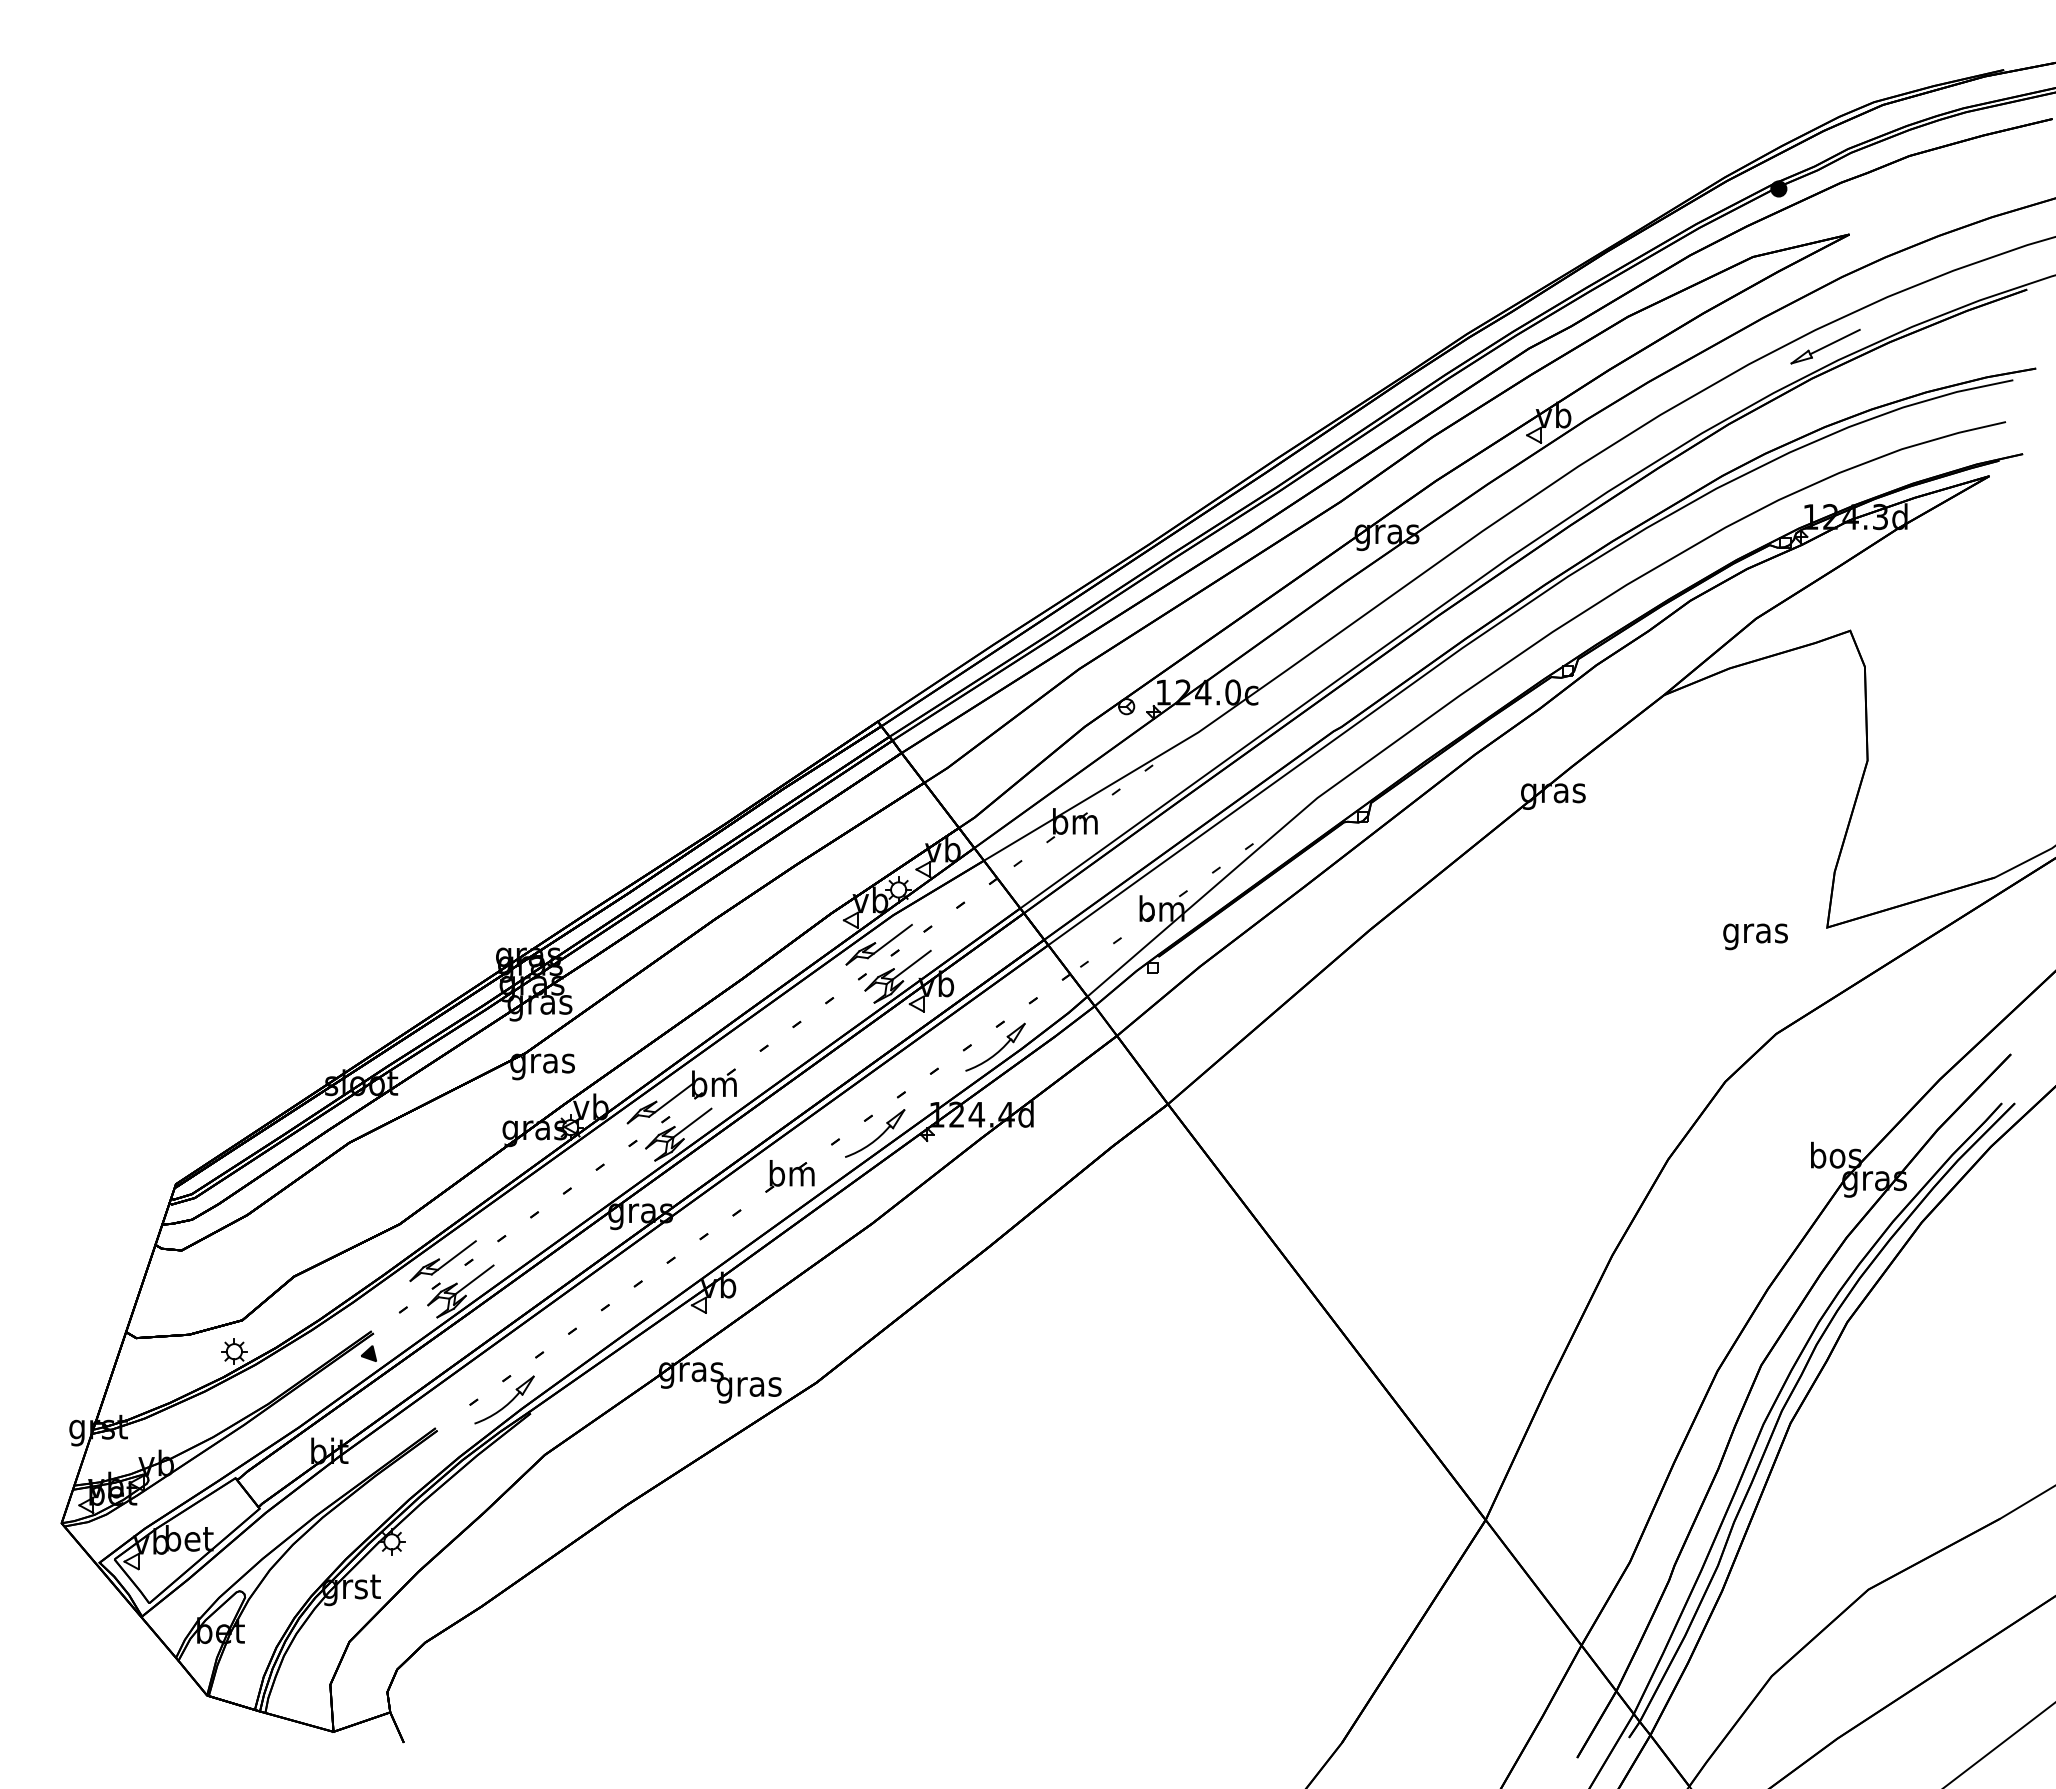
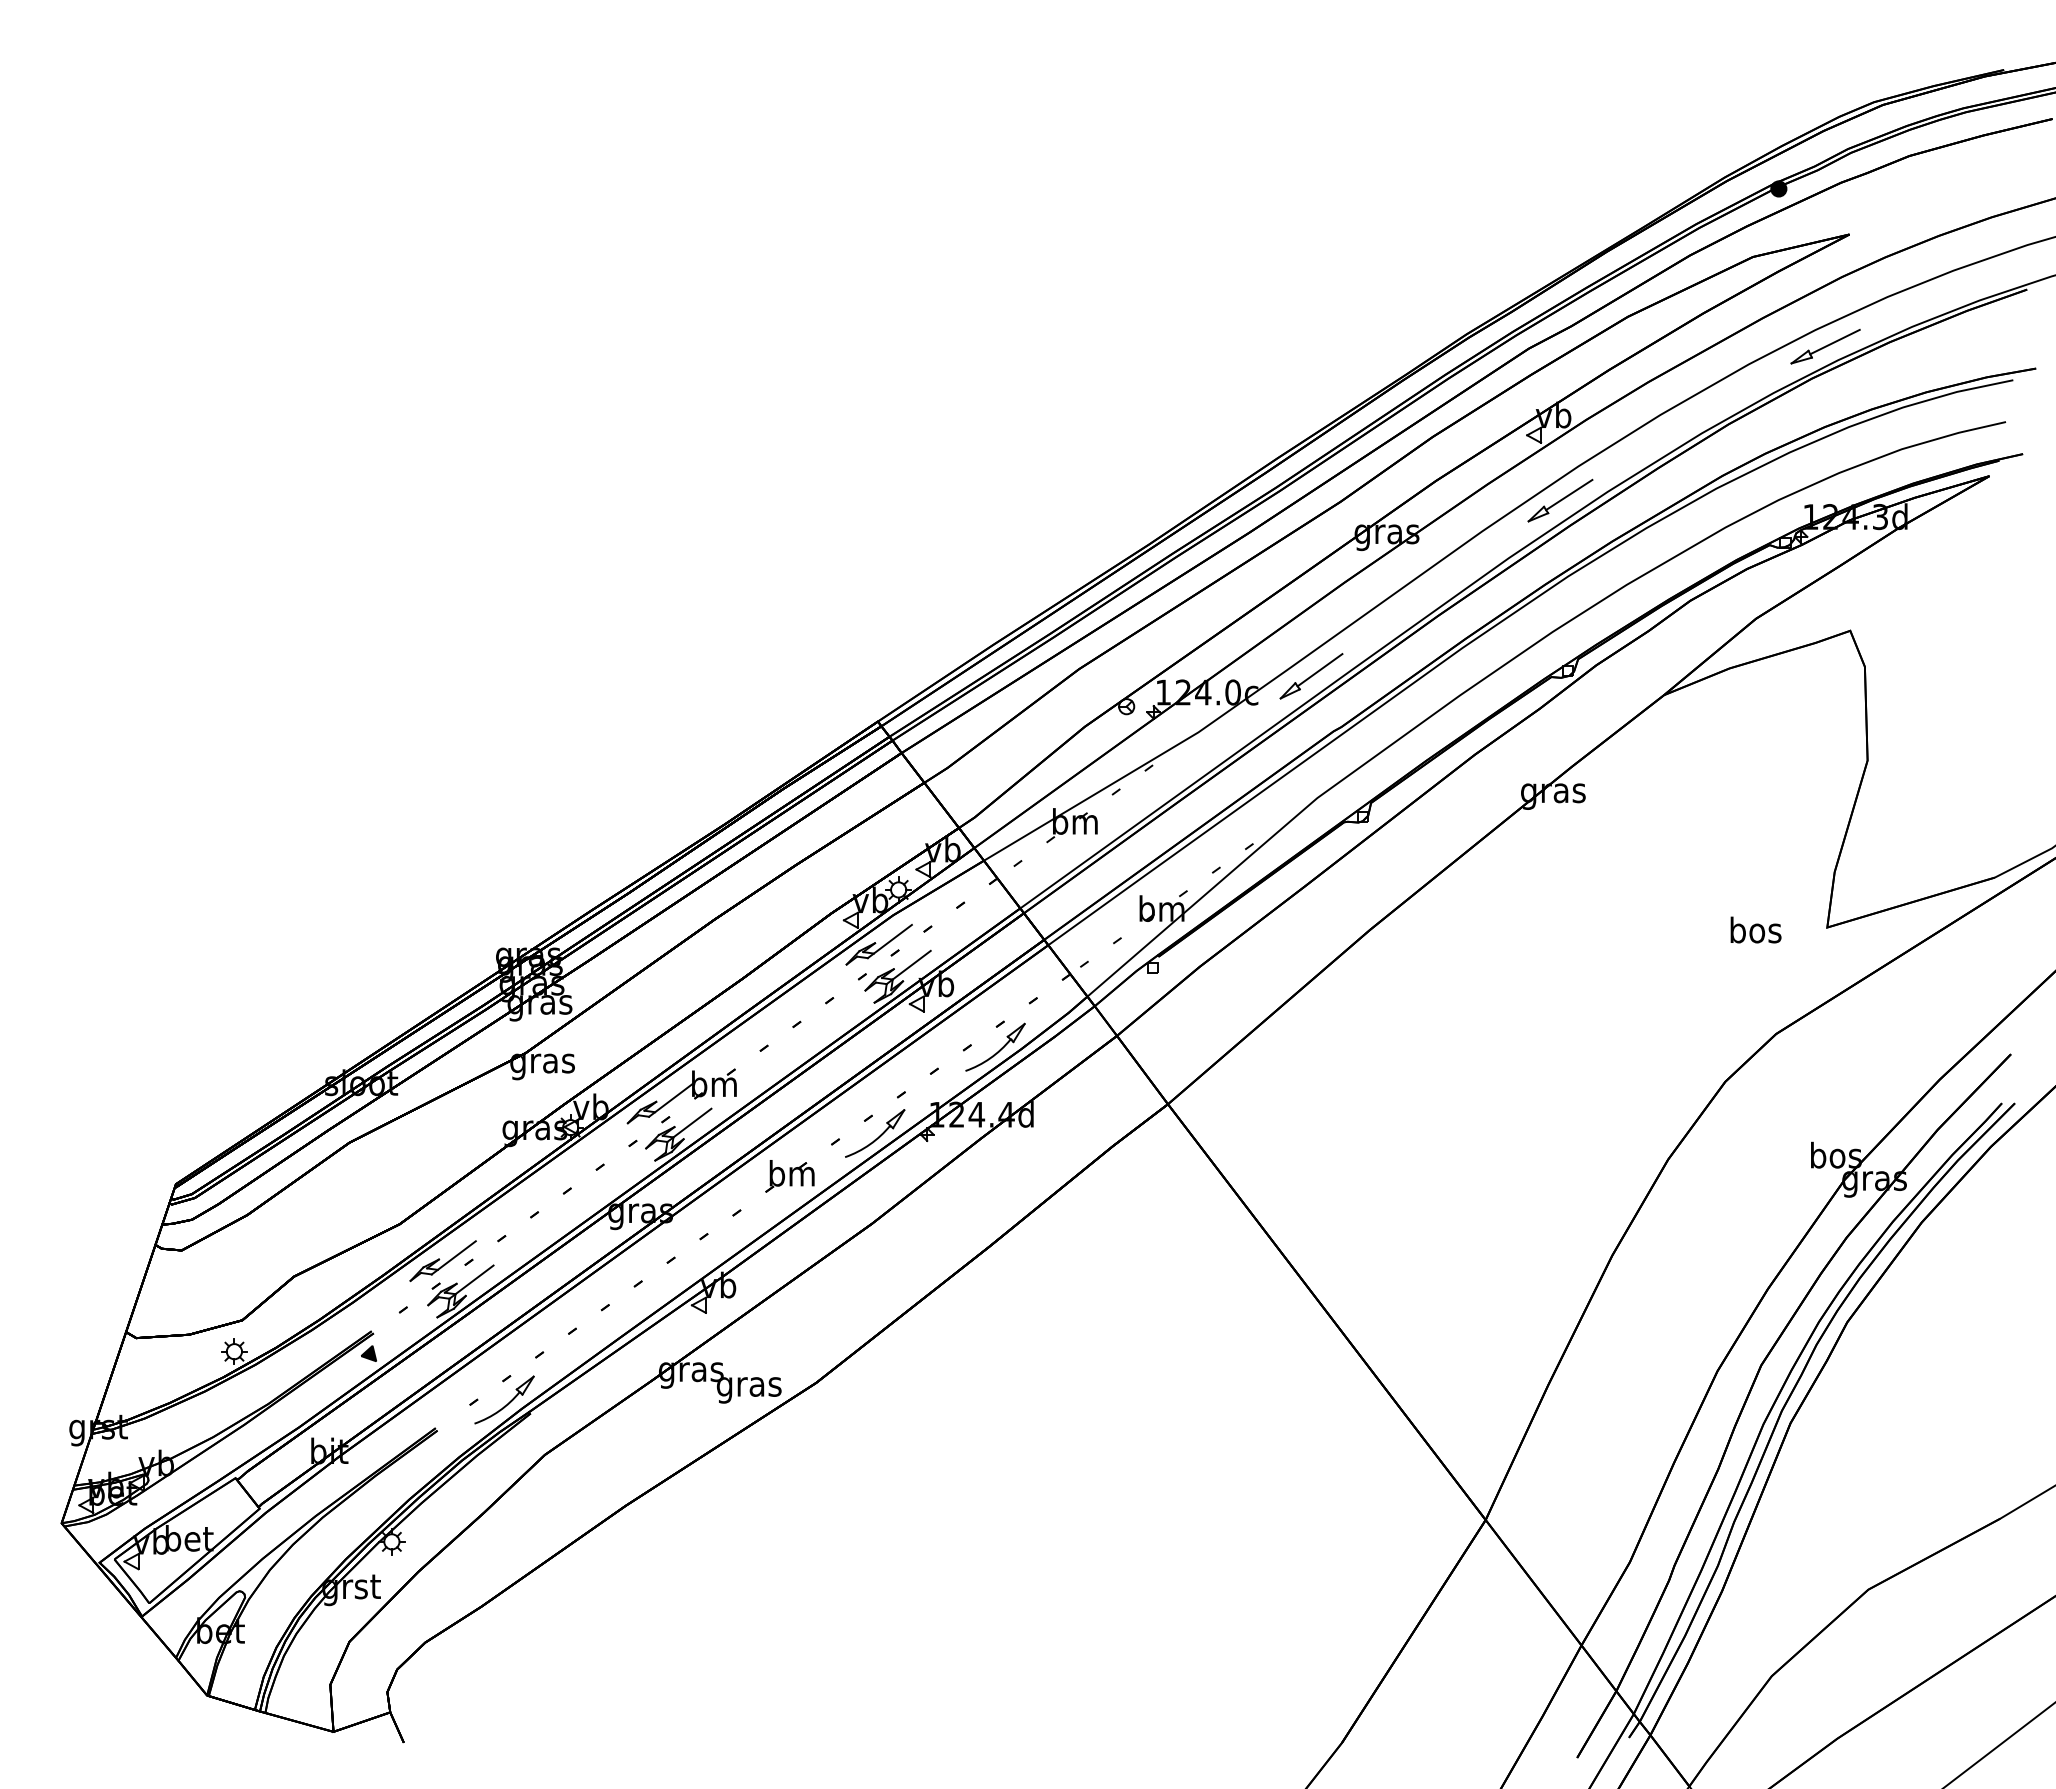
part at (1560, 500): none -> present
part at (1311, 676): none -> present
text at (1755, 933): gras -> bos
